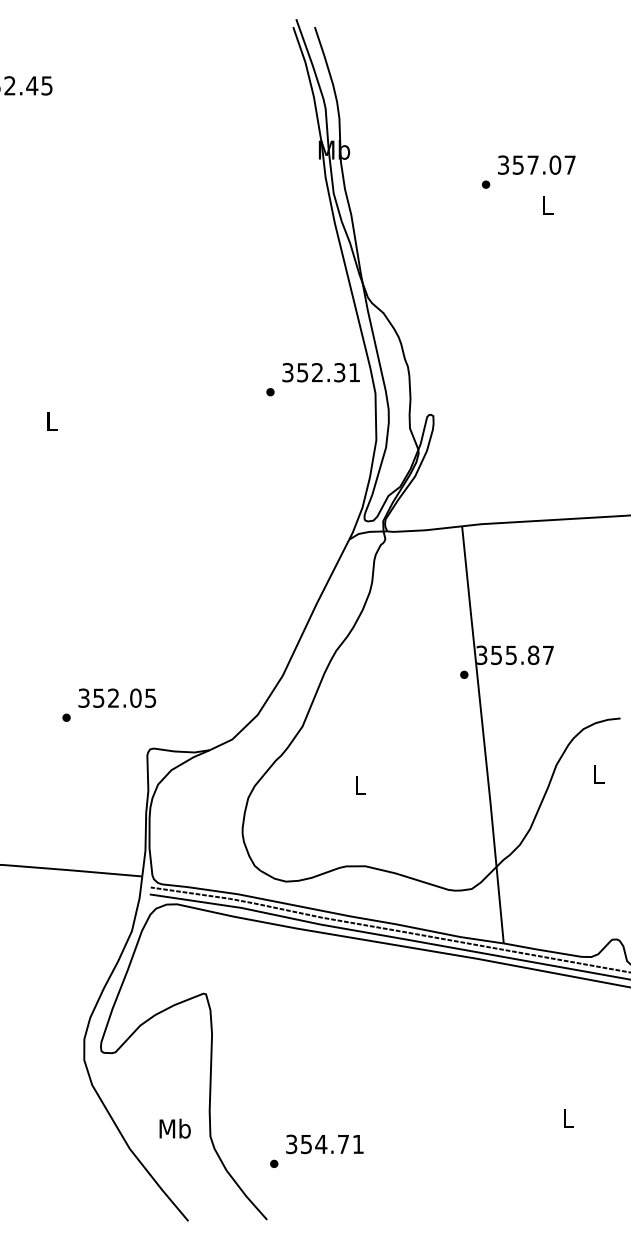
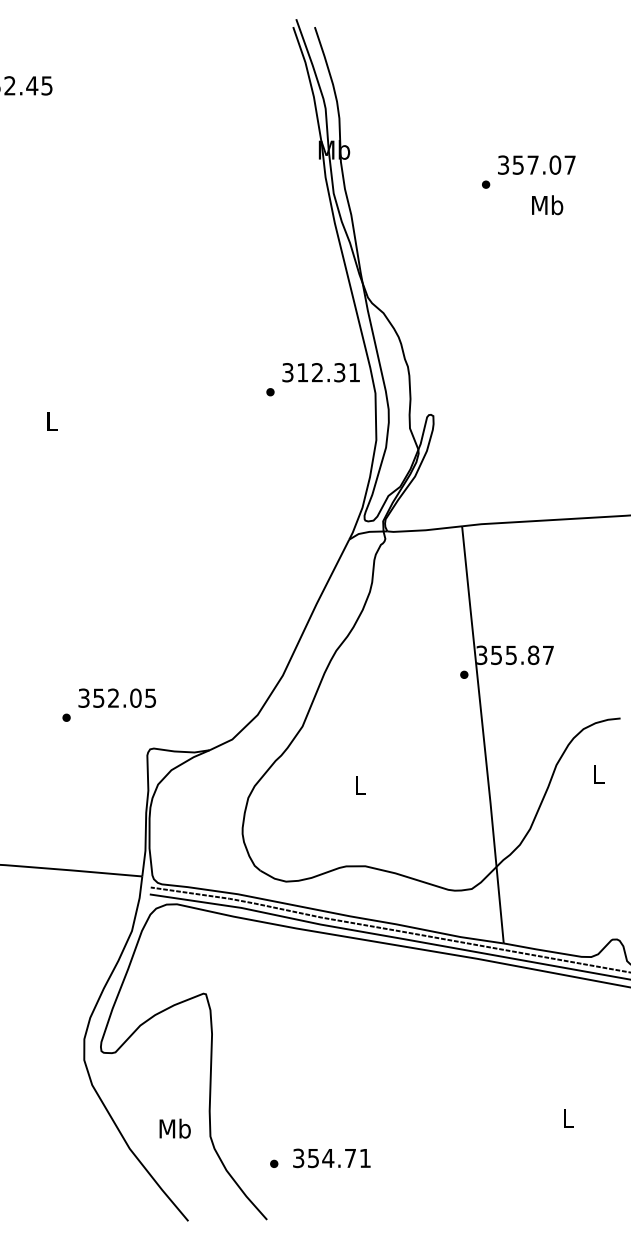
text at (547, 205): L -> Mb
text at (302, 372): 352.31 -> 312.31
text at (324, 1144) position: (324, 1144) -> (331, 1158)
